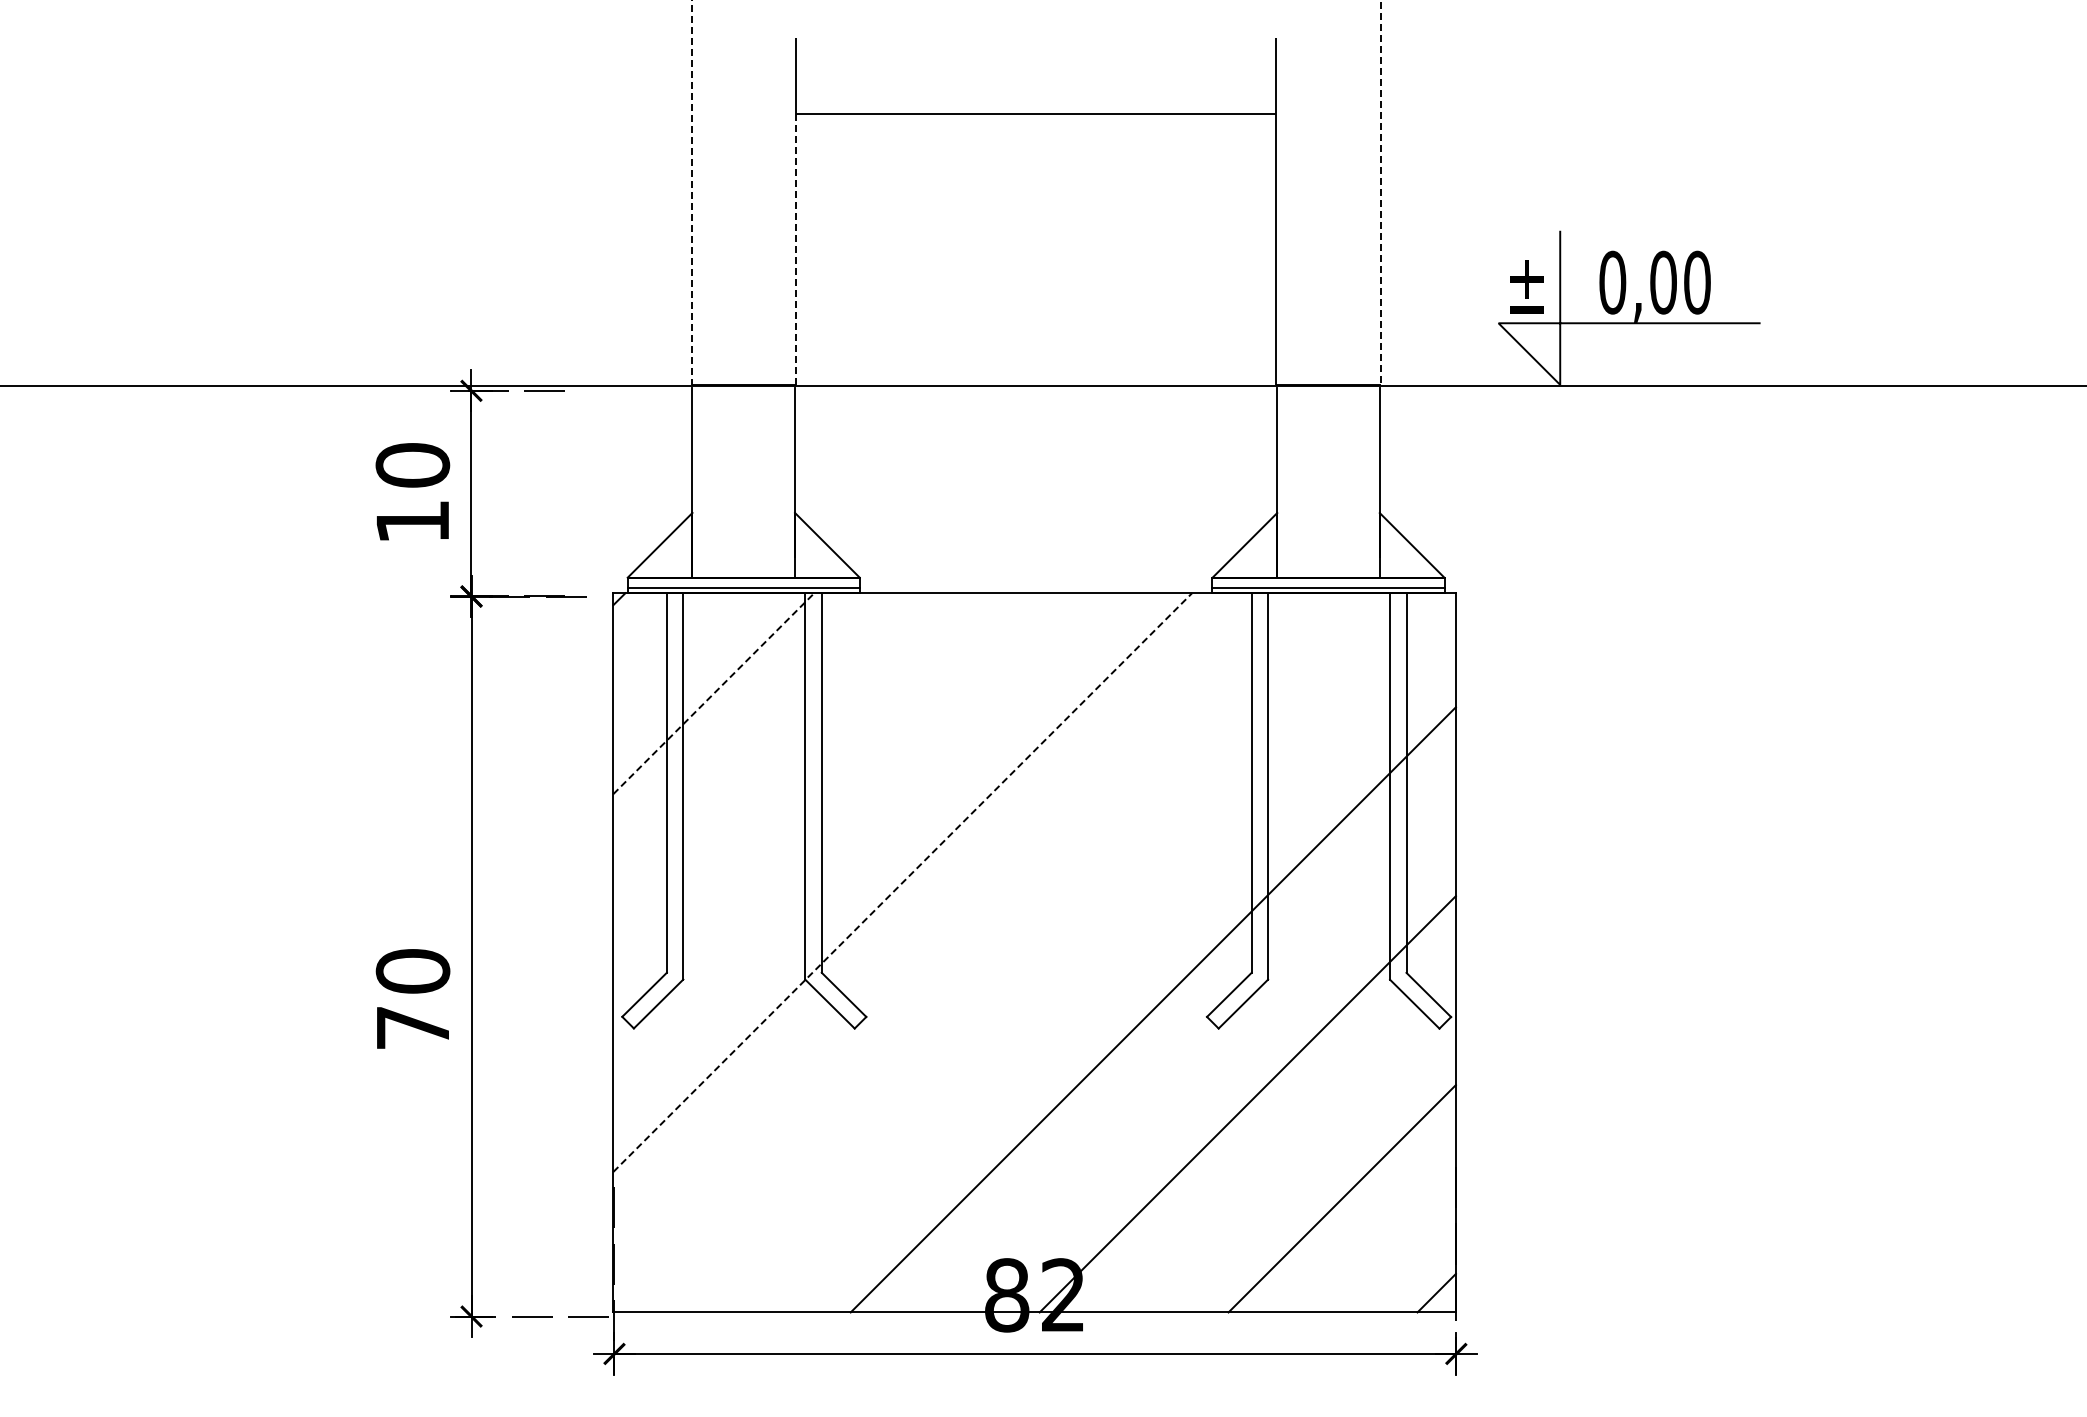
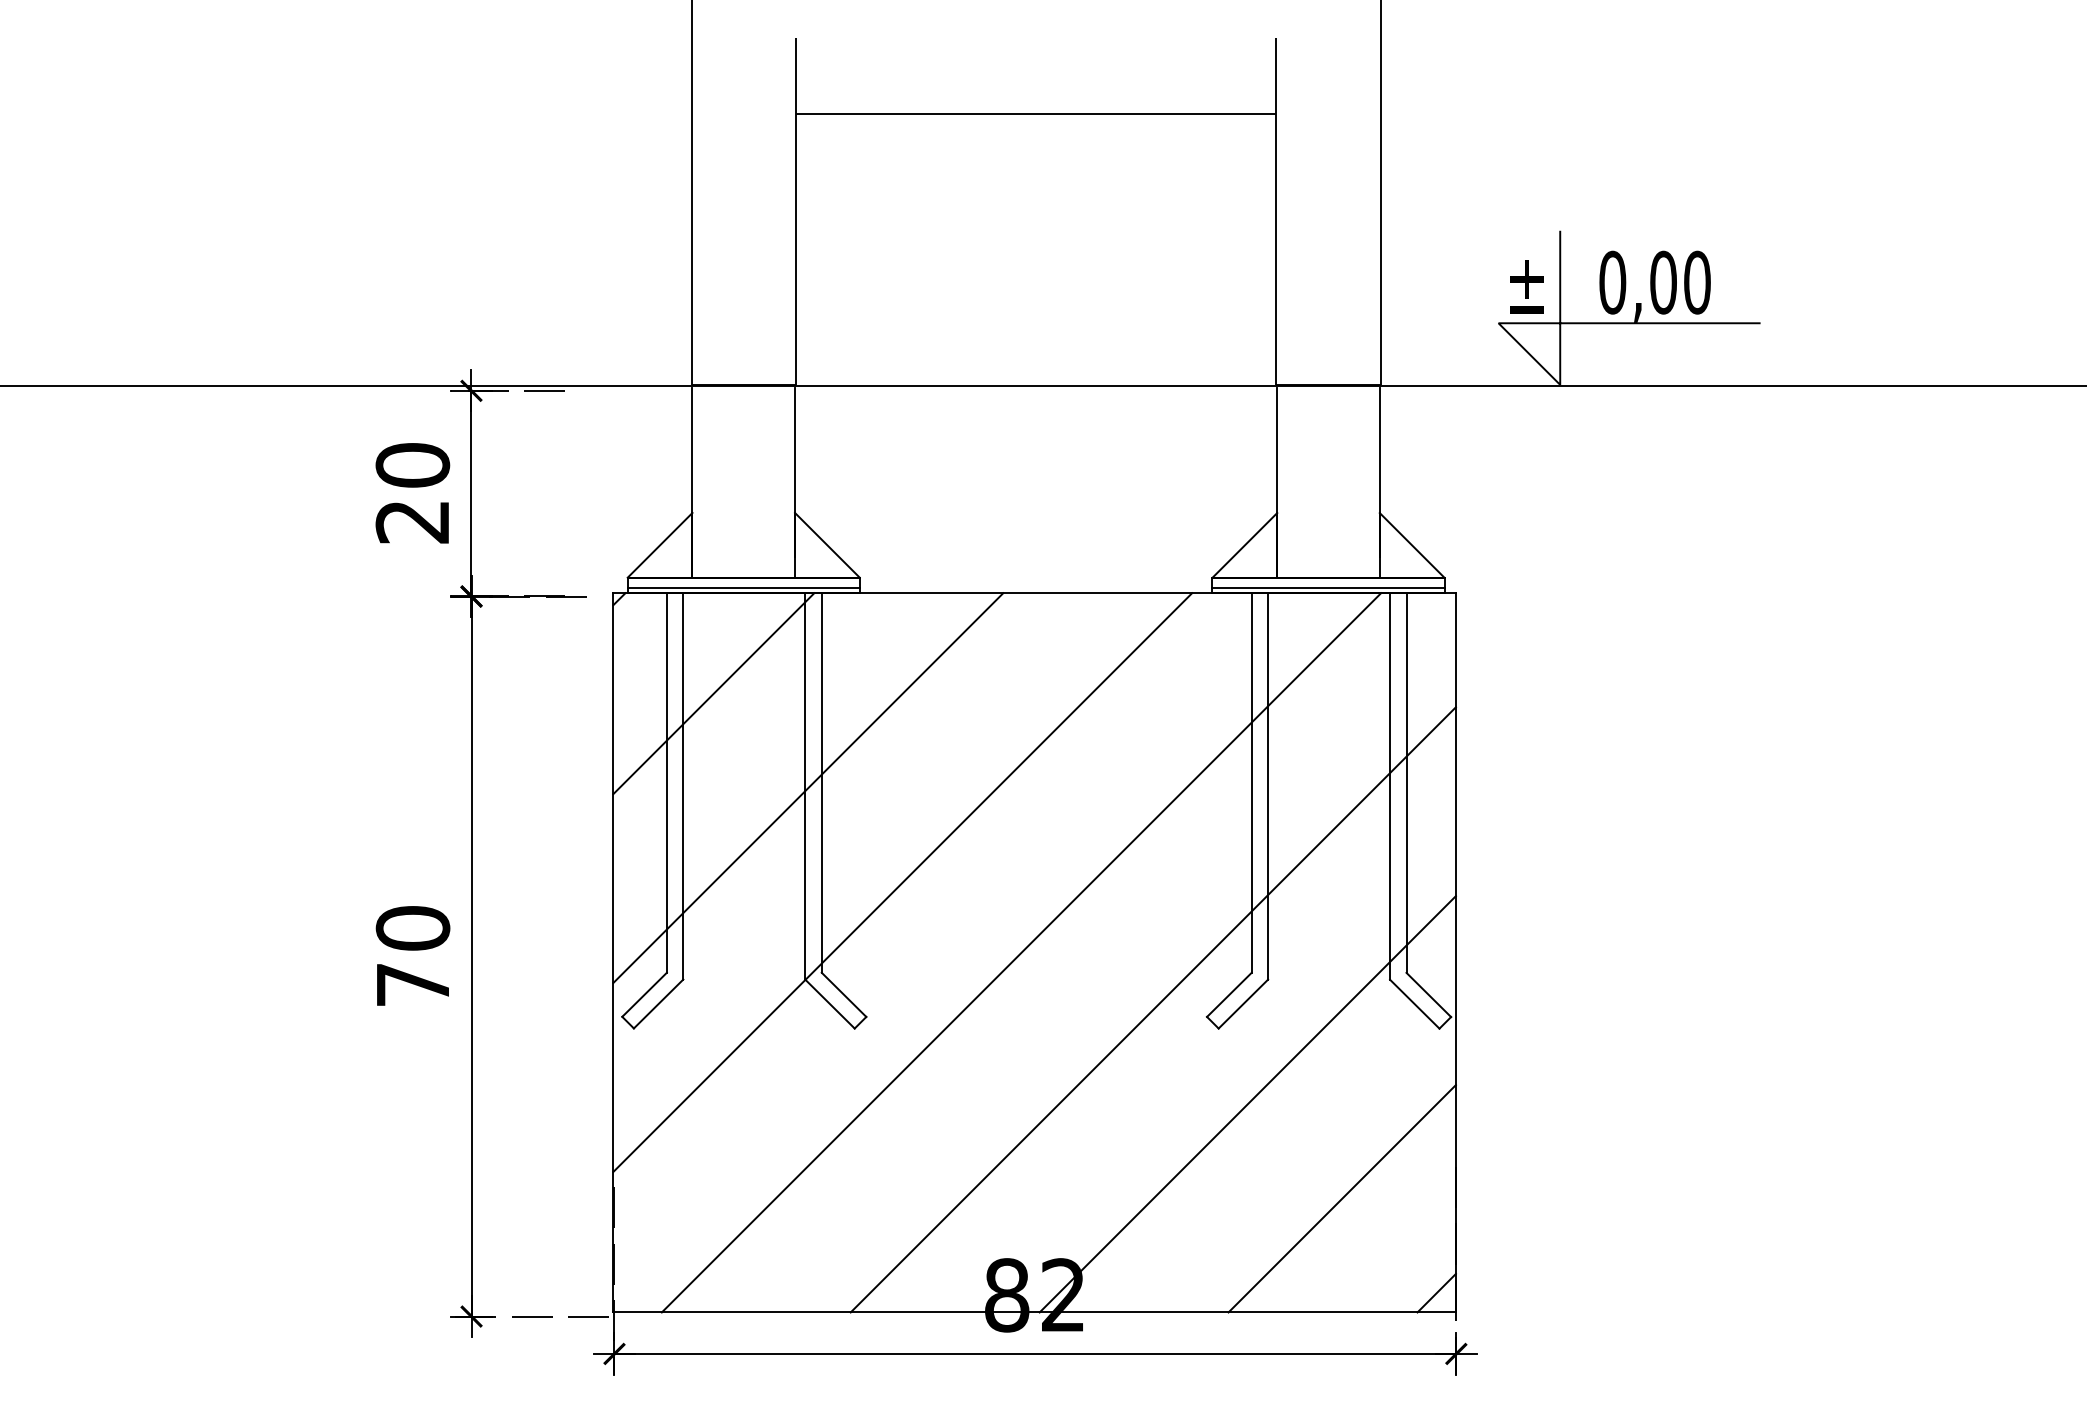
line at (691, 192): dashed -> solid
line at (1380, 192): dashed -> solid
line at (796, 249): dashed -> solid
text at (411, 522): 10 -> 20
line at (714, 693): dashed -> solid
line at (808, 788): none -> present
line at (903, 882): dashed -> solid
line at (1021, 952): none -> present
text at (412, 998) position: (412, 998) -> (412, 955)
